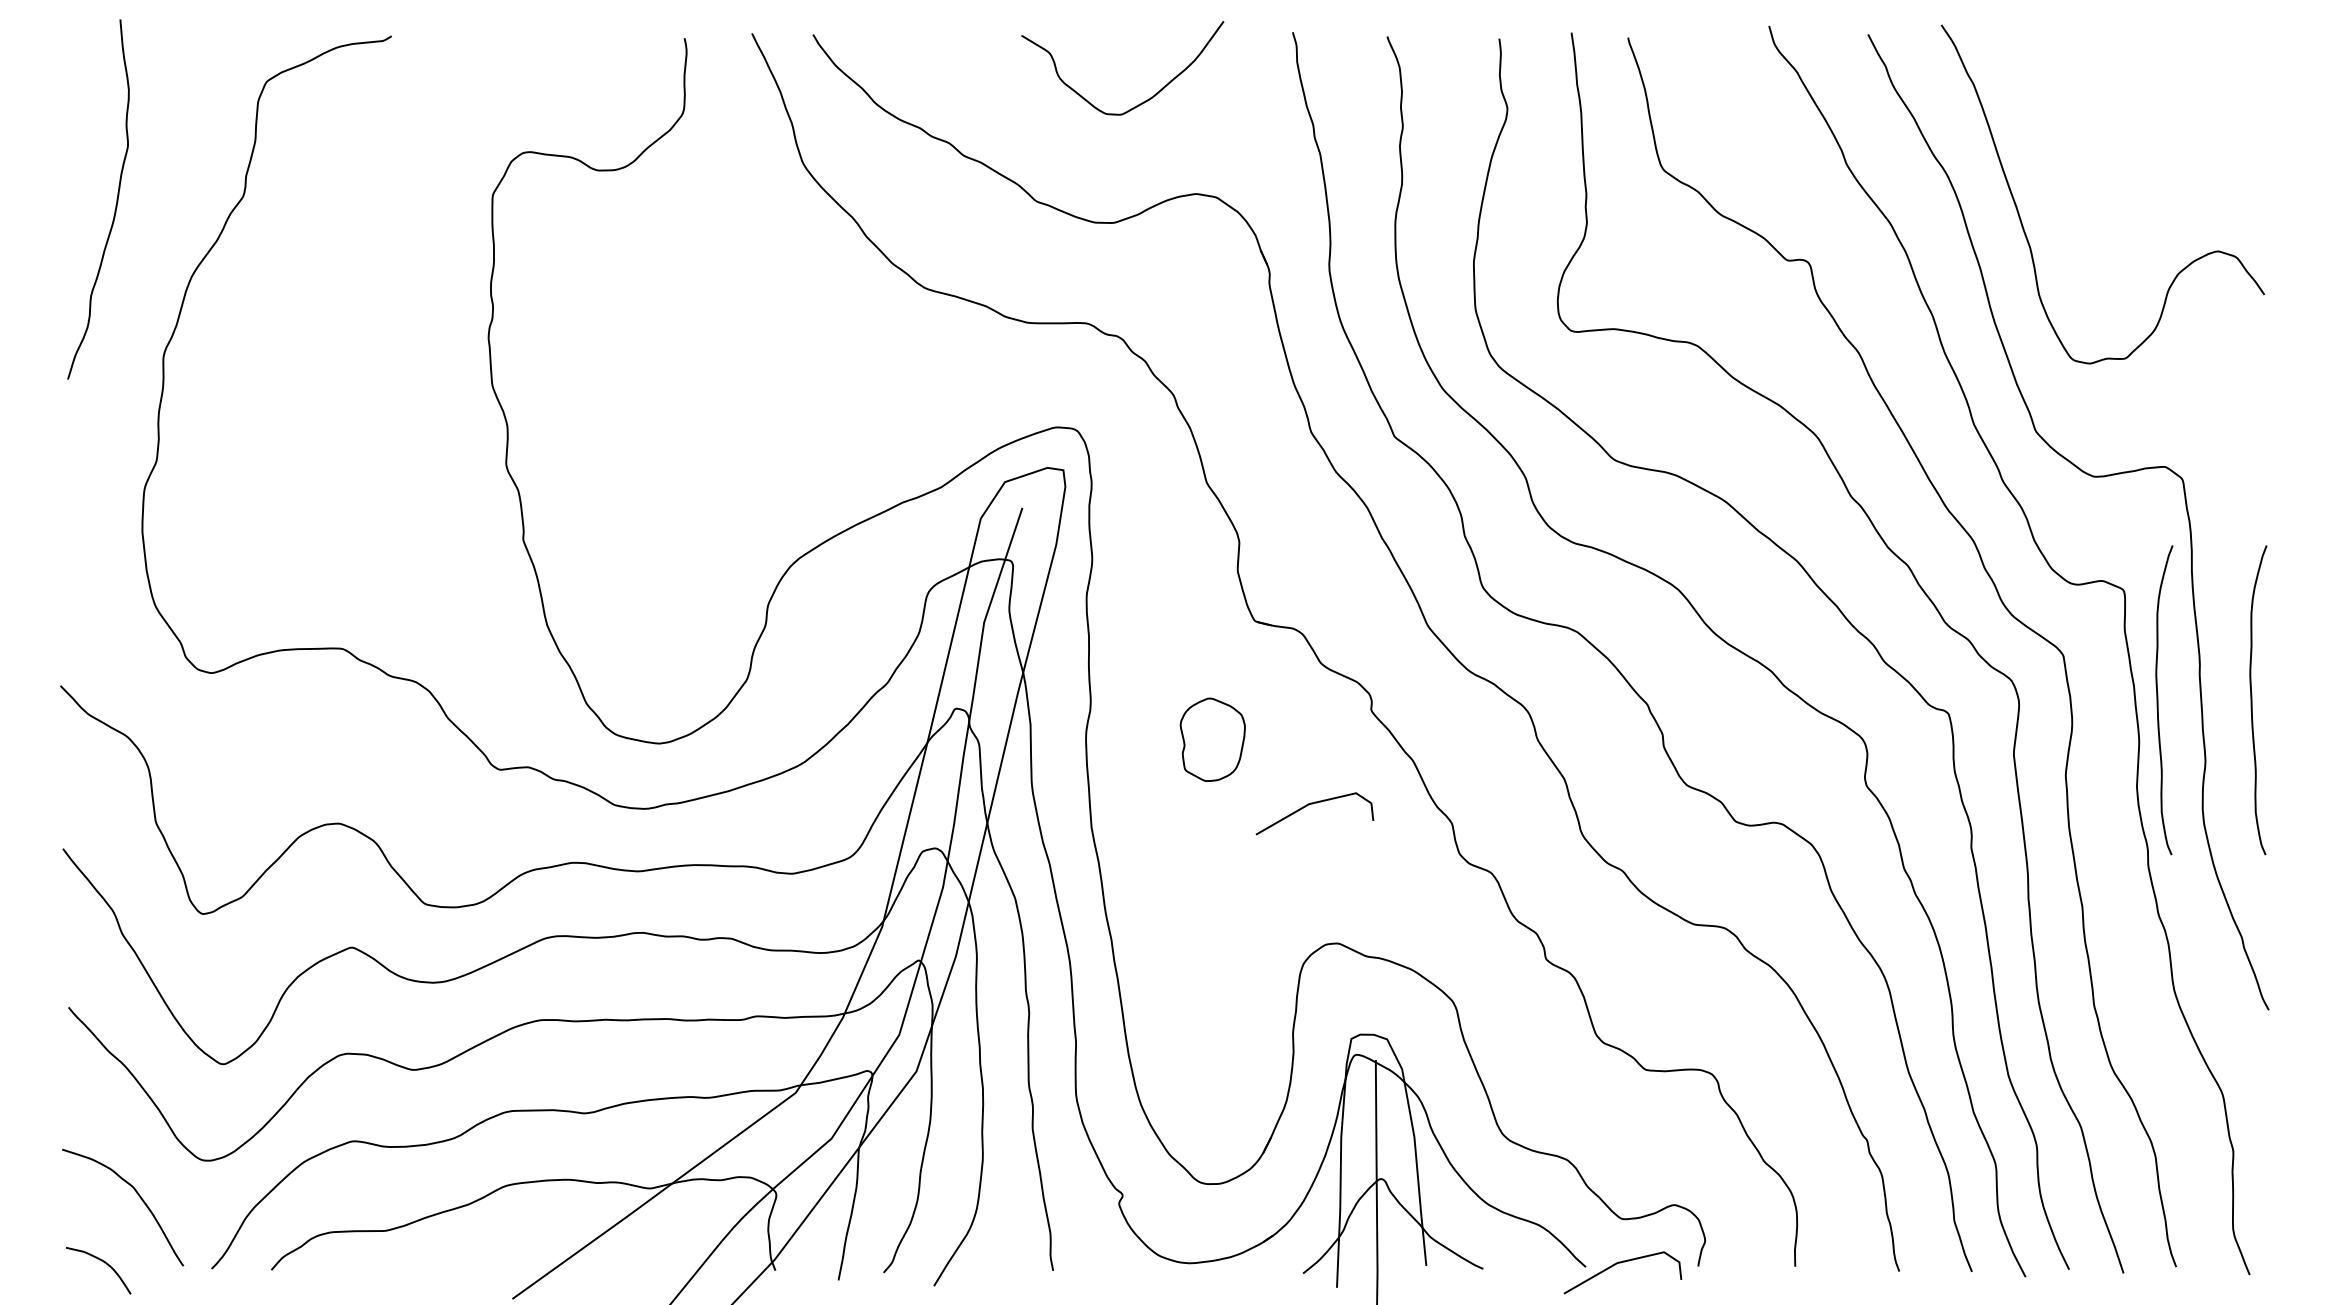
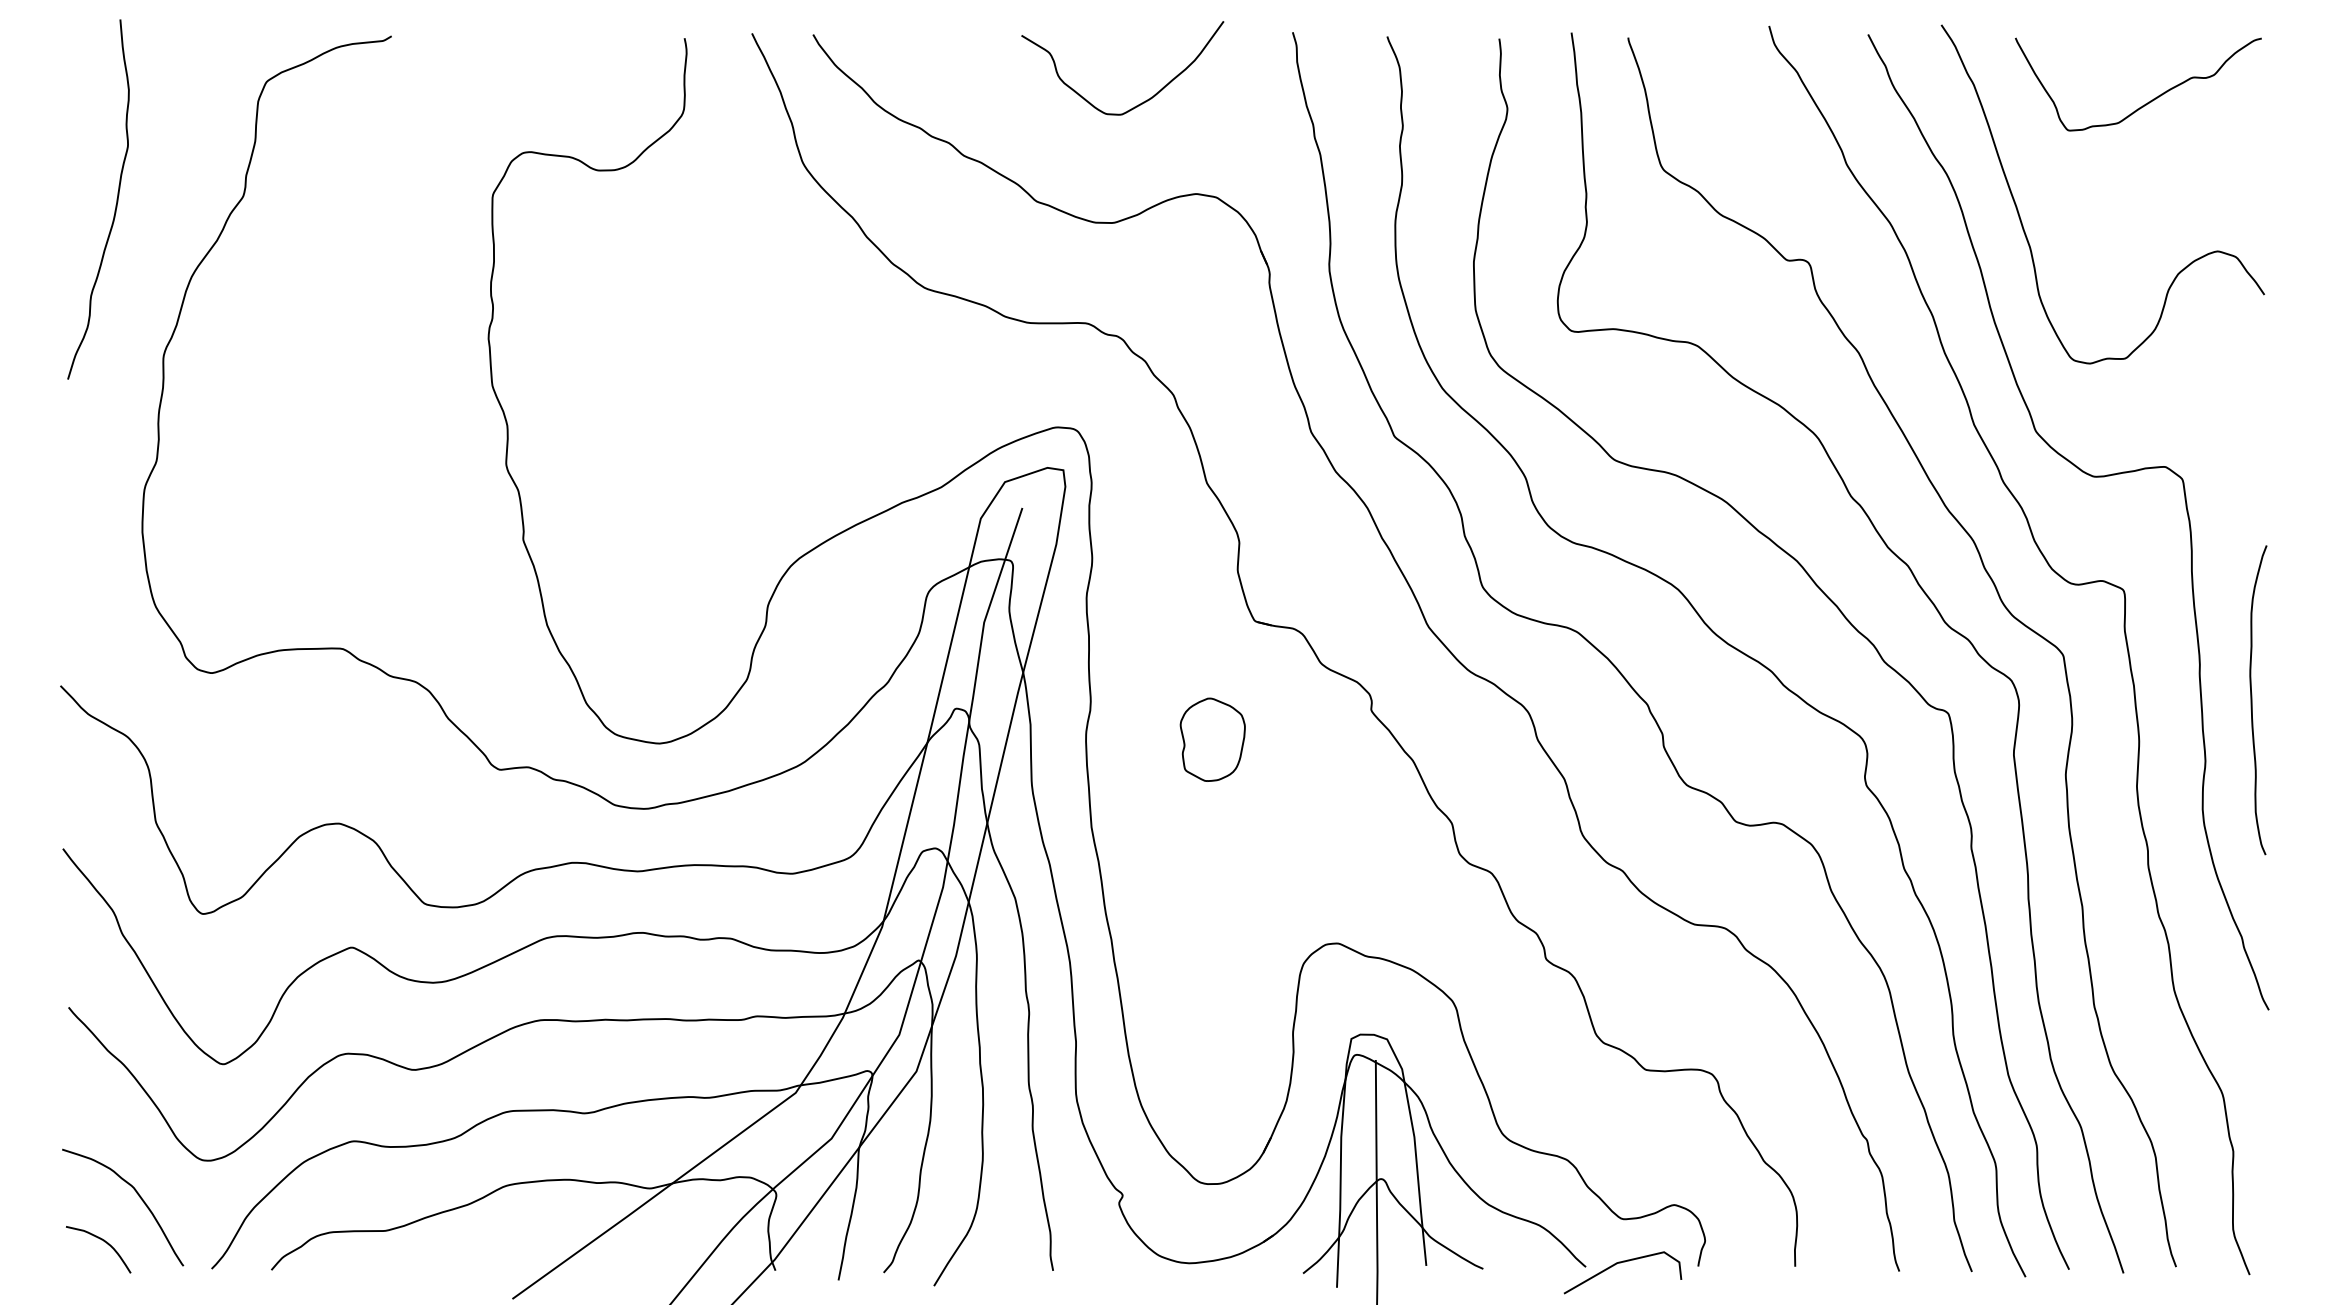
curve at (2148, 101): none -> present
curve at (2158, 700): present -> none
line at (1312, 804): present -> none
curve at (104, 1263) position: (104, 1263) -> (104, 1242)
